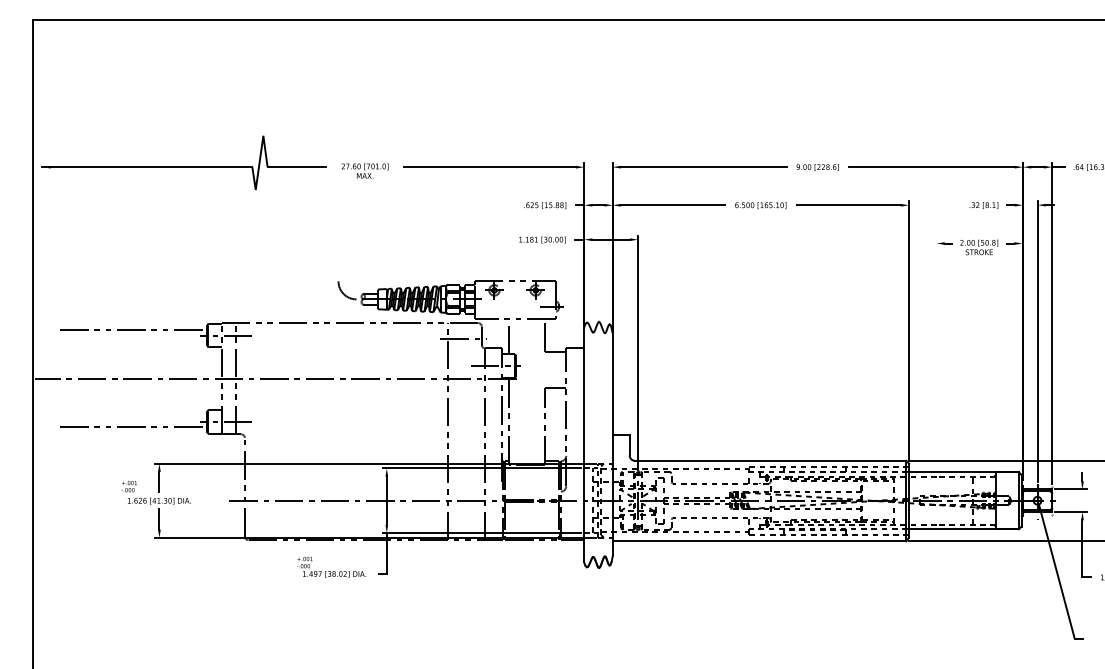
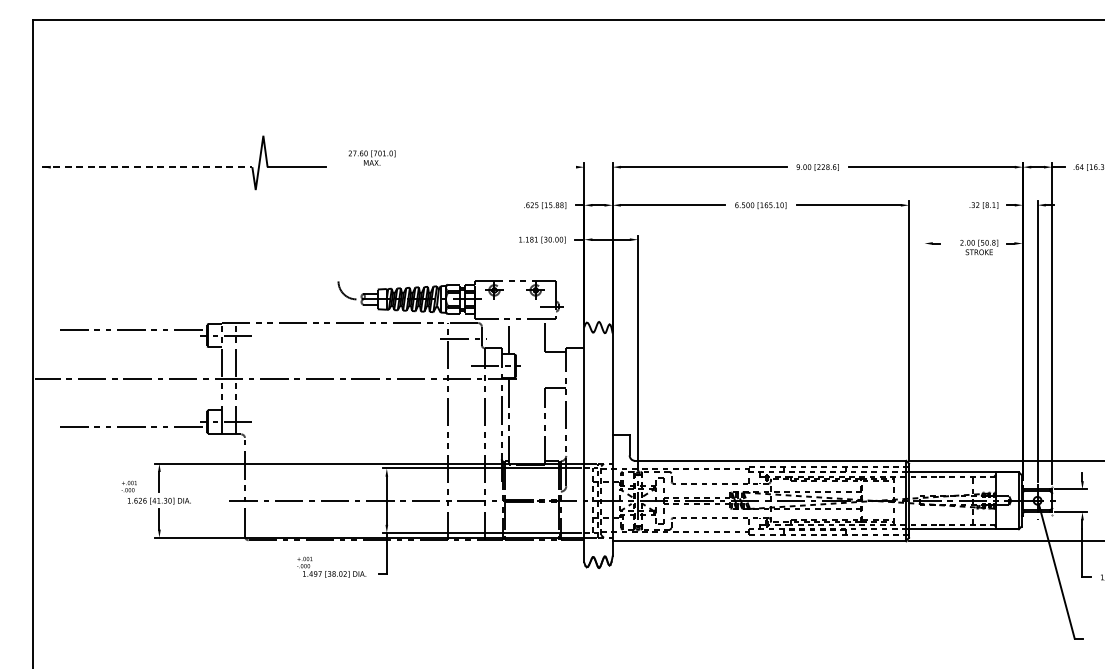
line at (147, 167): solid -> dashed
line at (490, 167): present -> none
text at (364, 170) position: (364, 170) -> (371, 157)
line at (944, 243) position: (944, 243) -> (932, 243)
